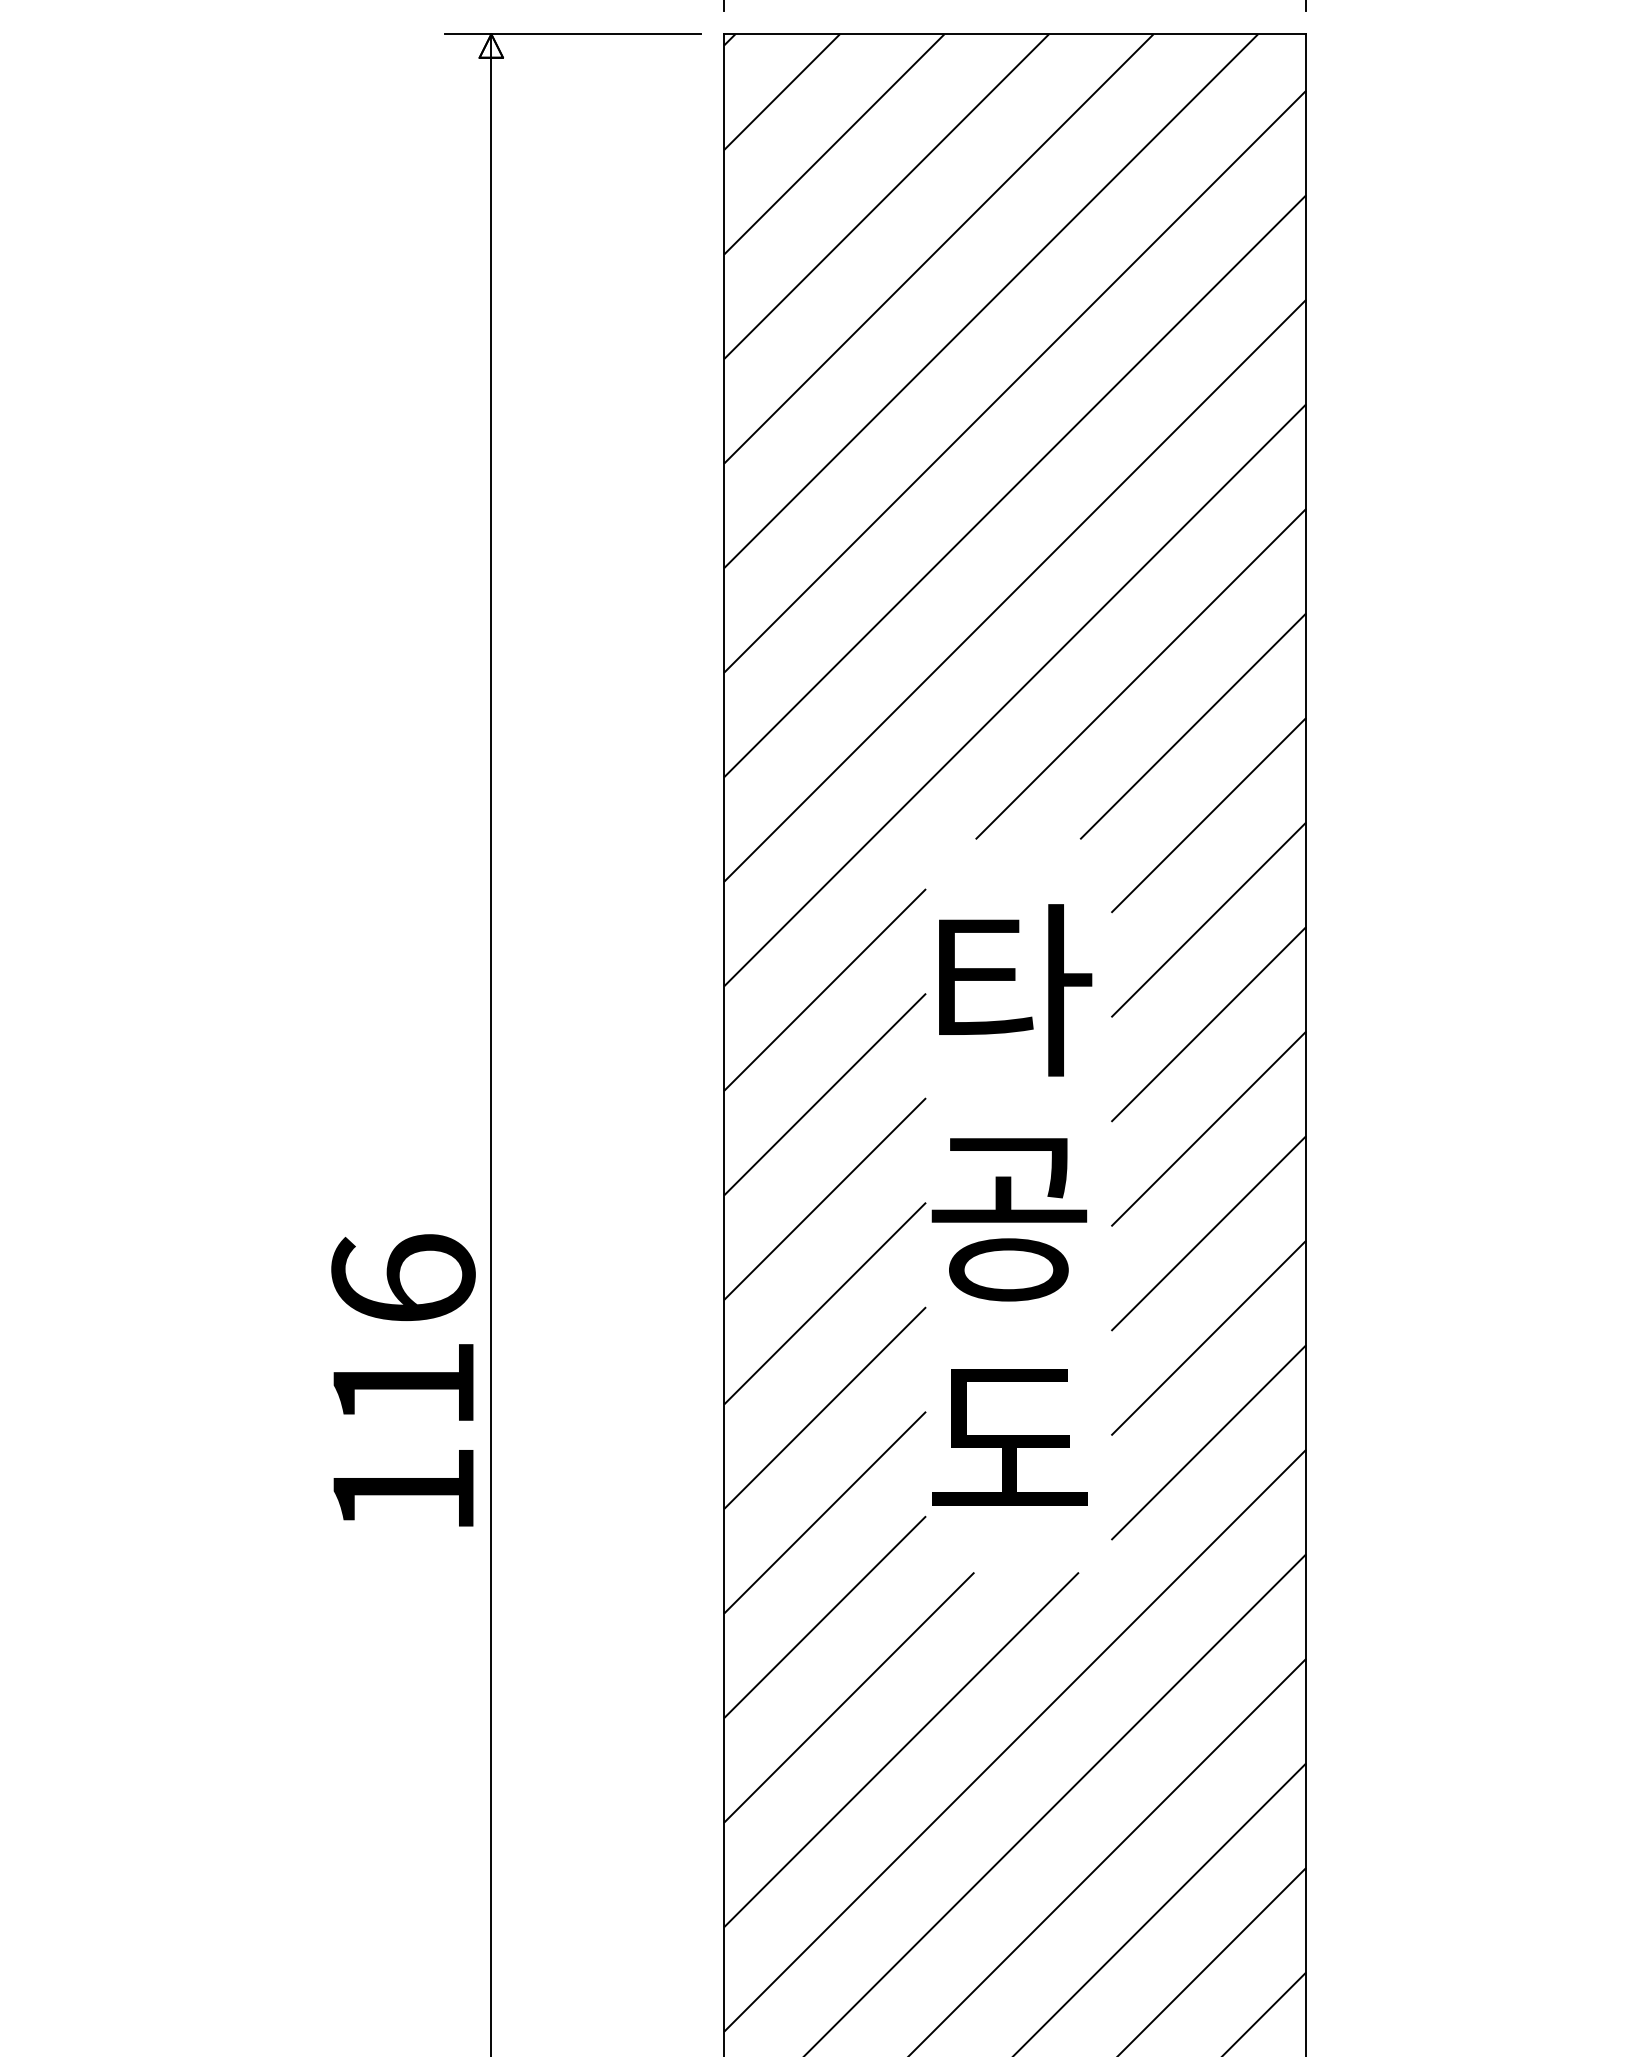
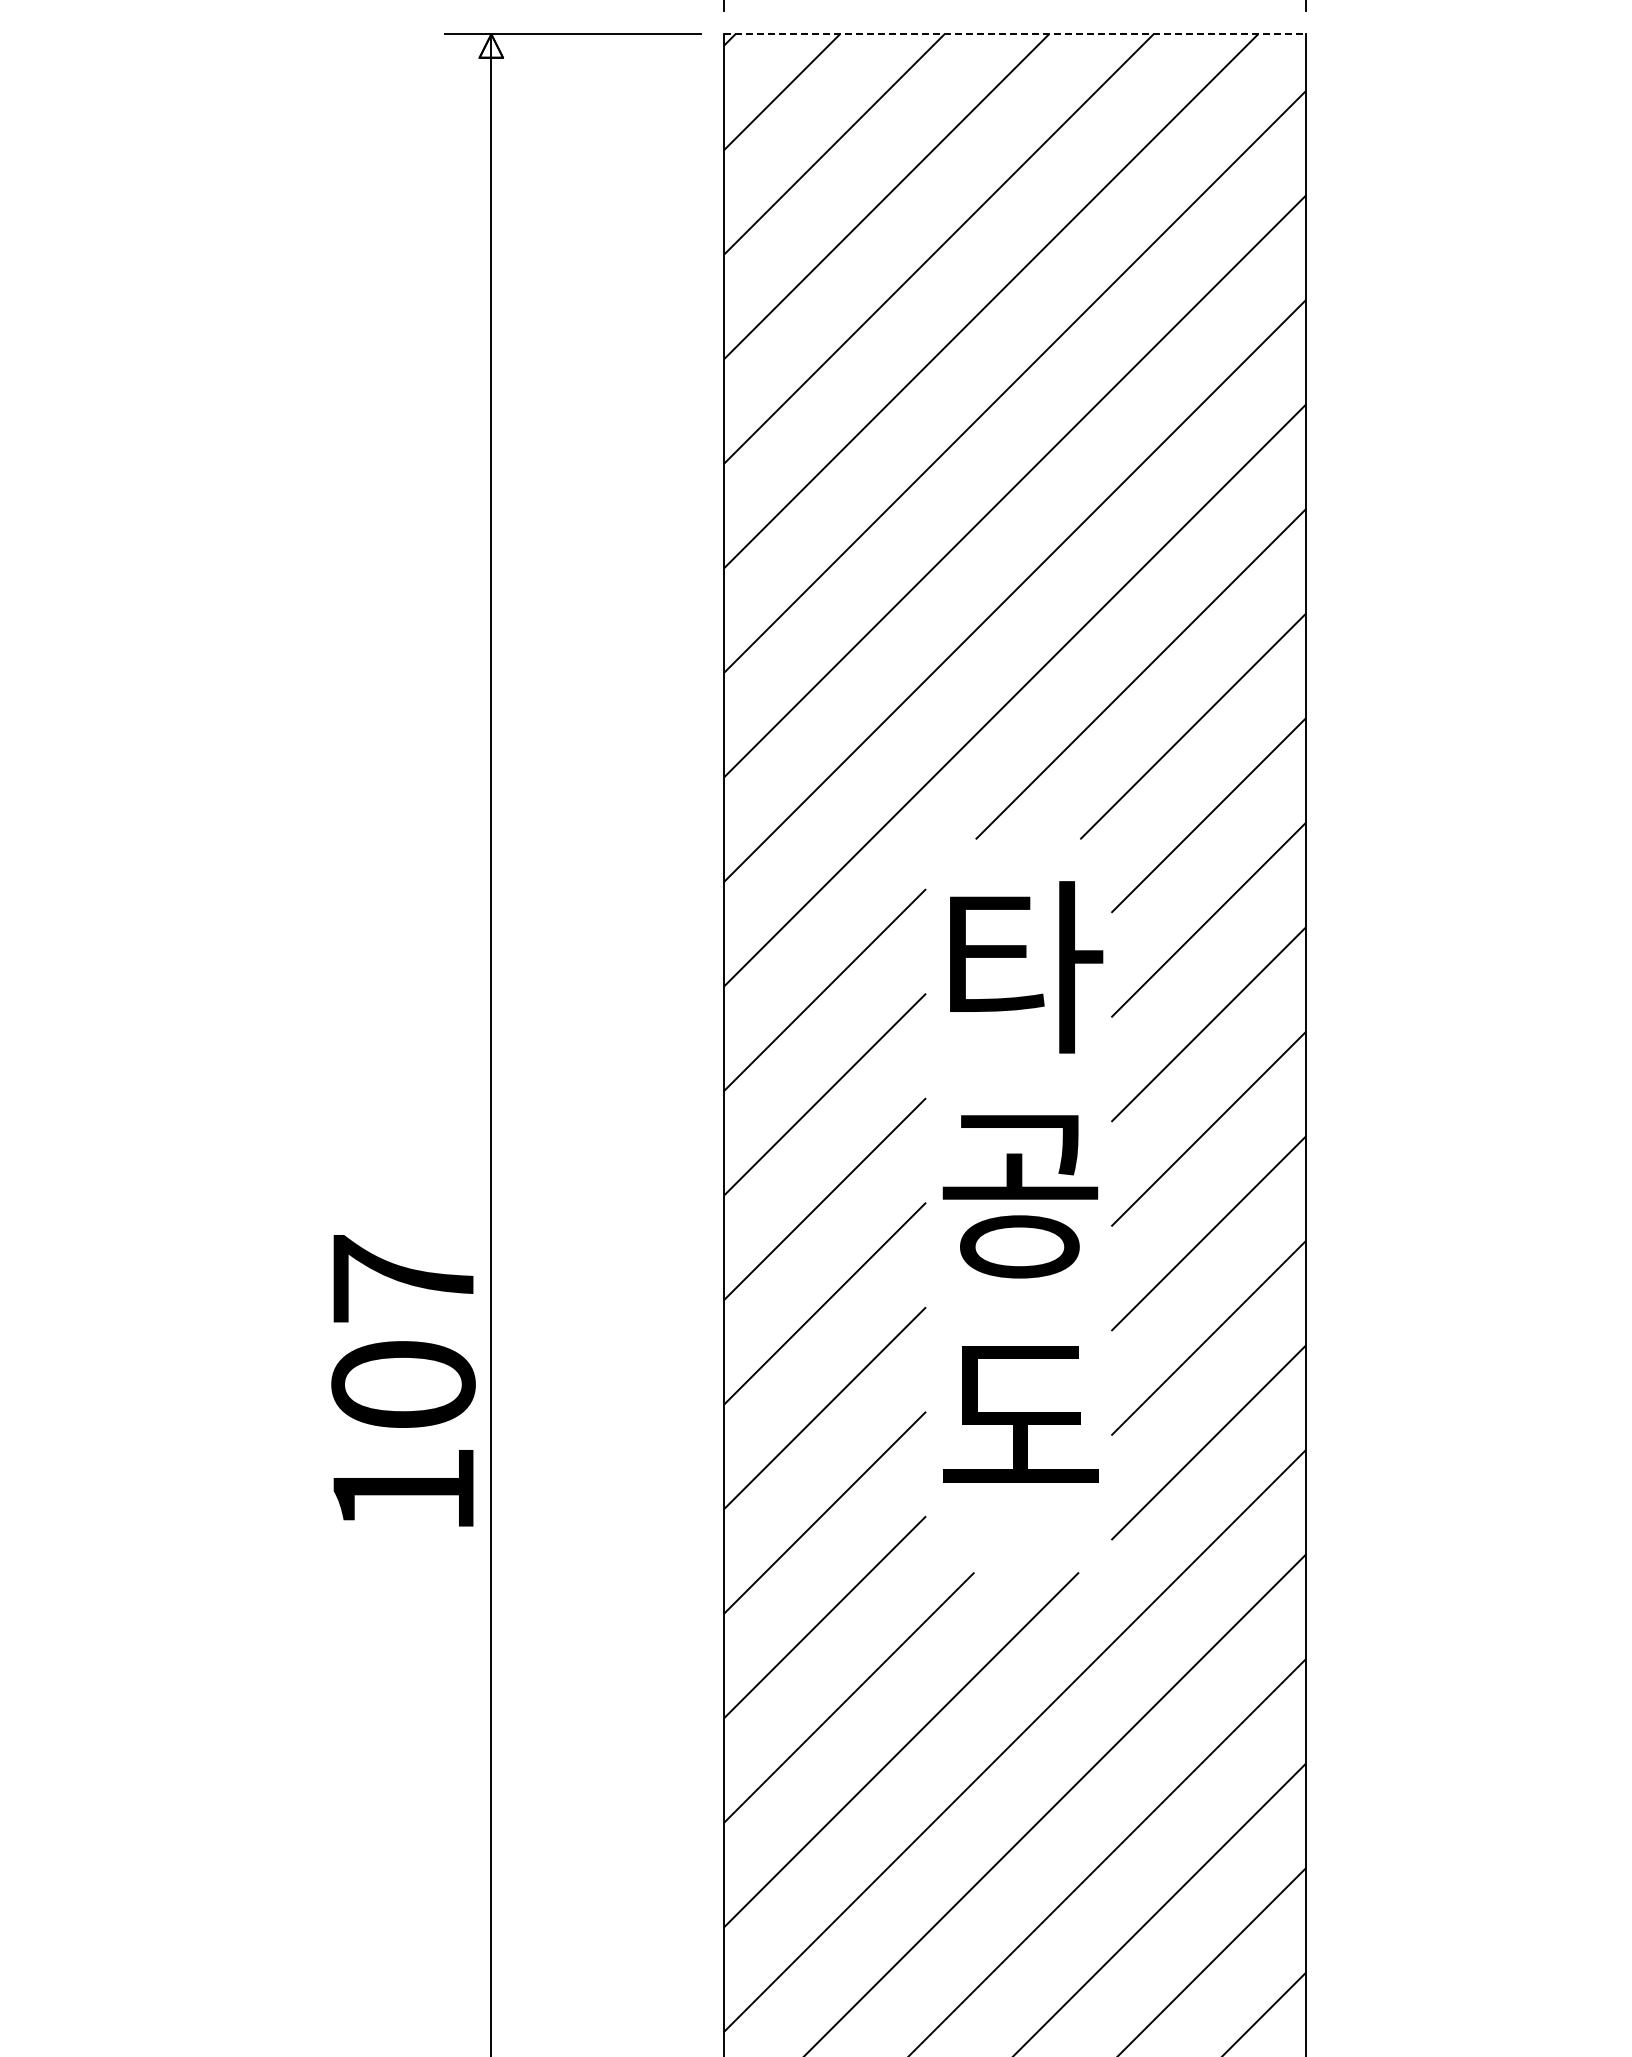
line at (1015, 34): solid -> dashed
text at (1011, 1204) position: (1011, 1204) -> (1022, 1181)
text at (403, 1330): 116 -> 107
